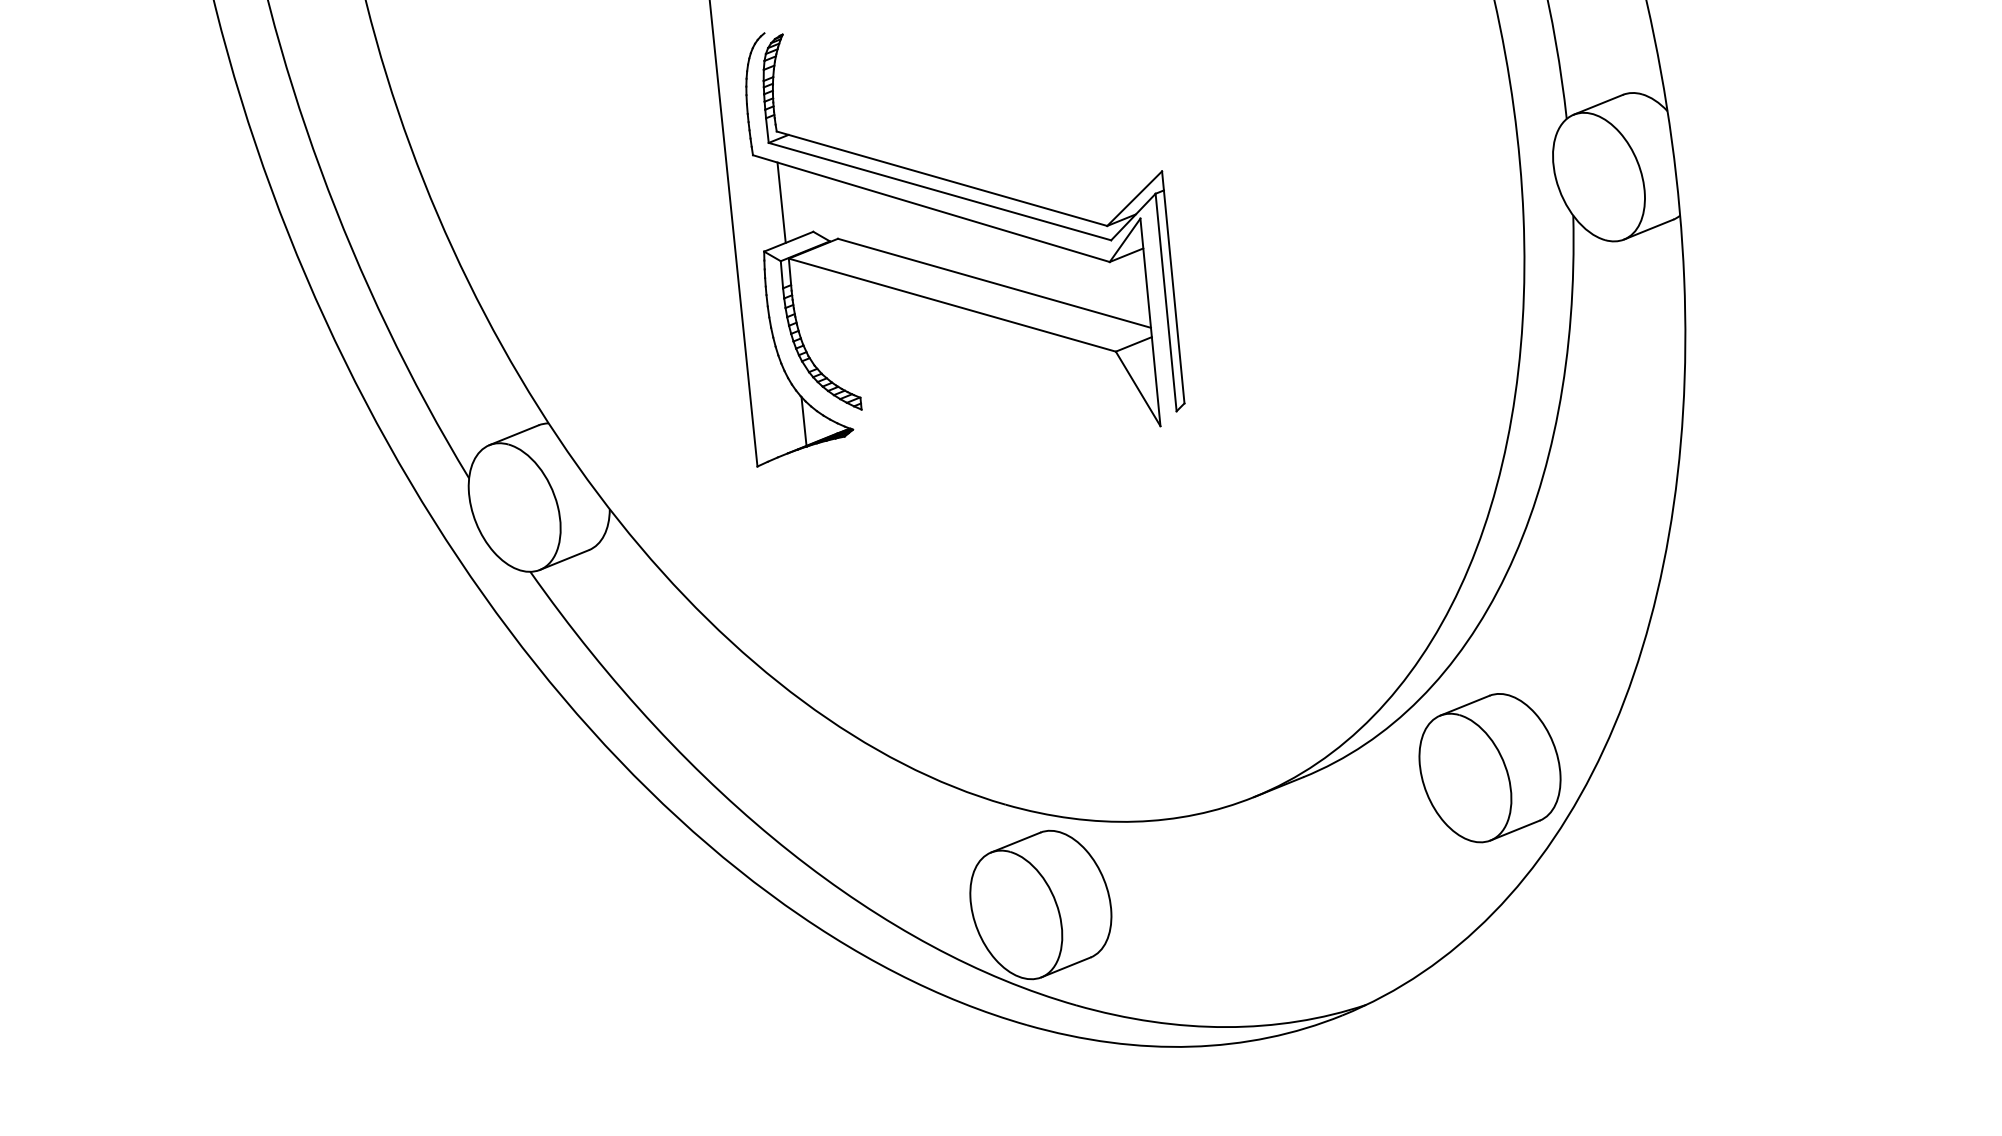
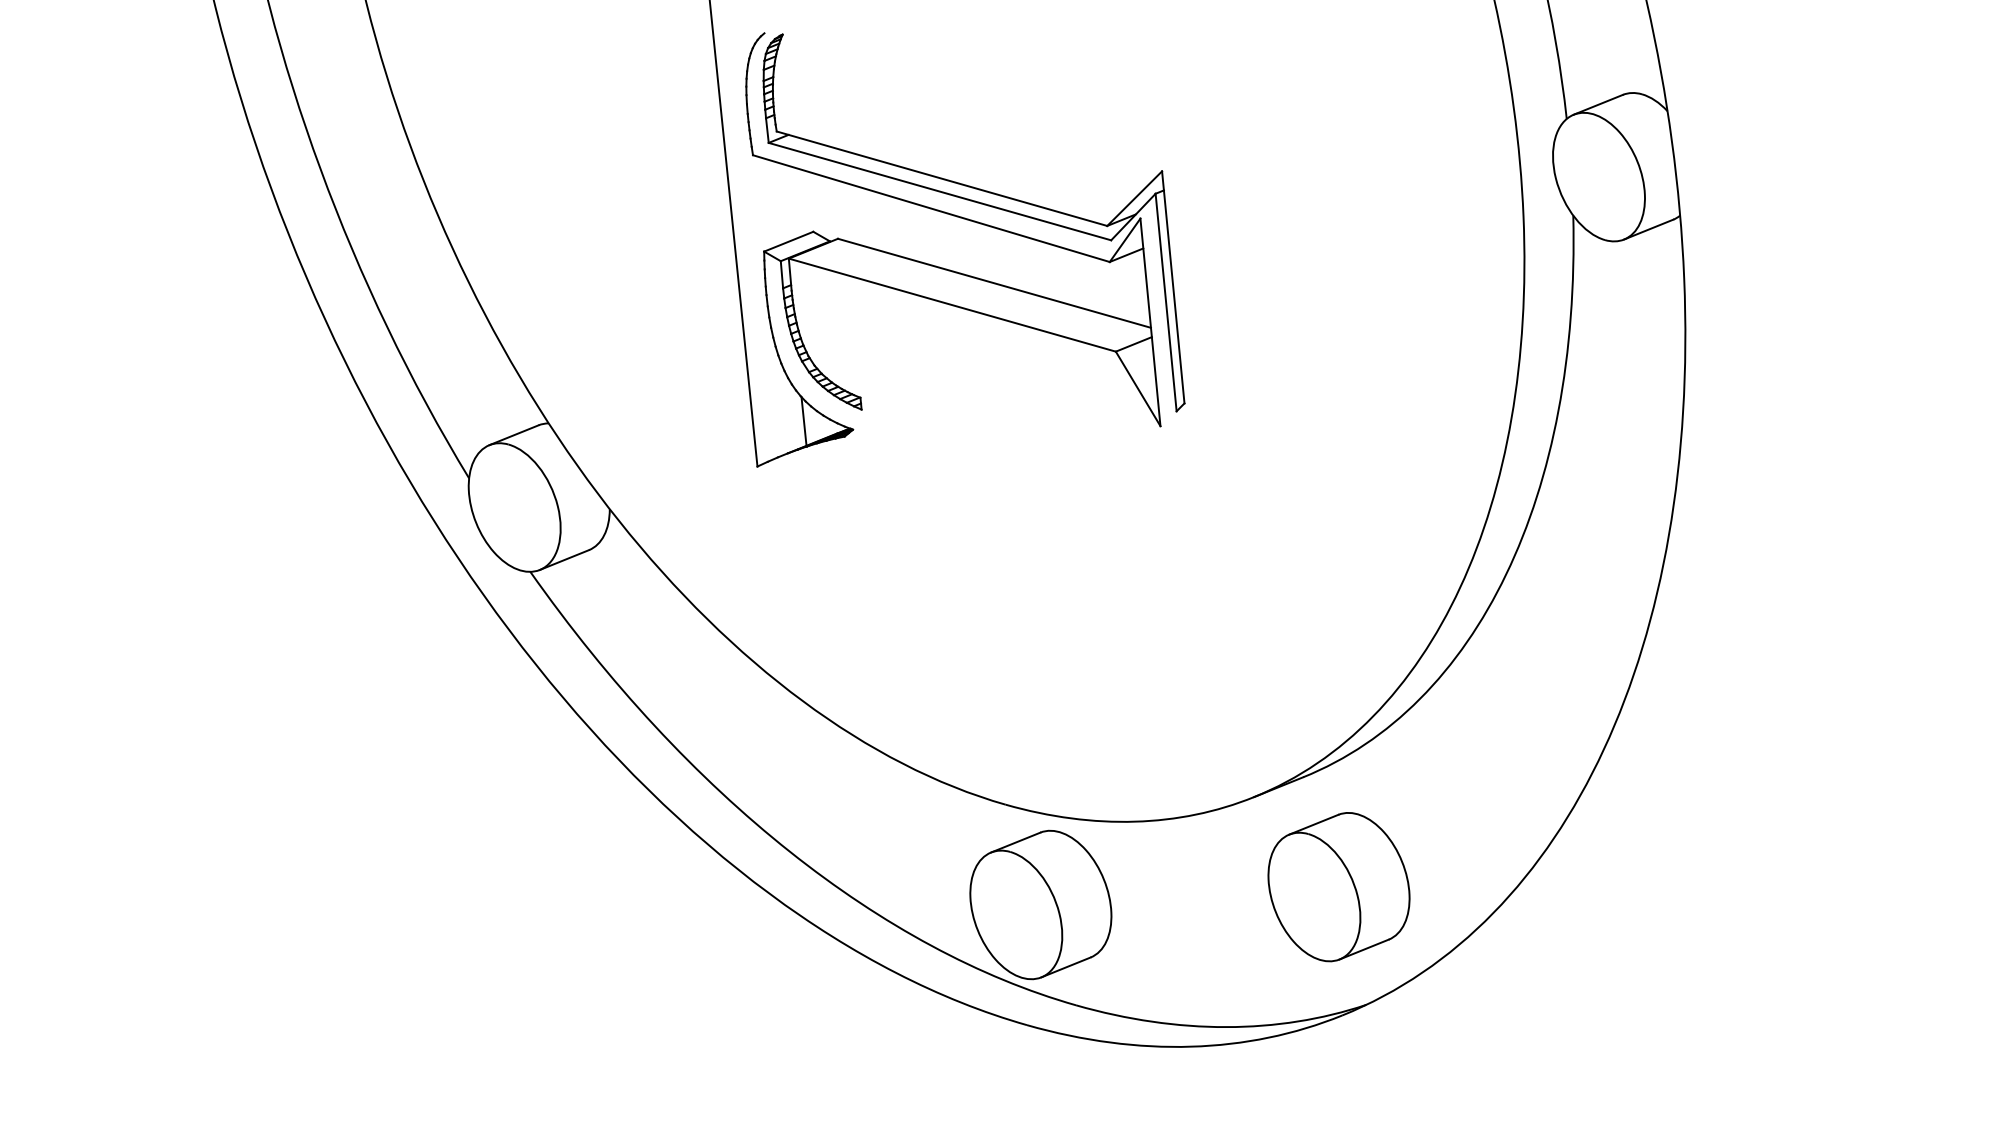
line at (781, 202): present -> none
part at (1489, 768) position: (1489, 768) -> (1338, 887)
